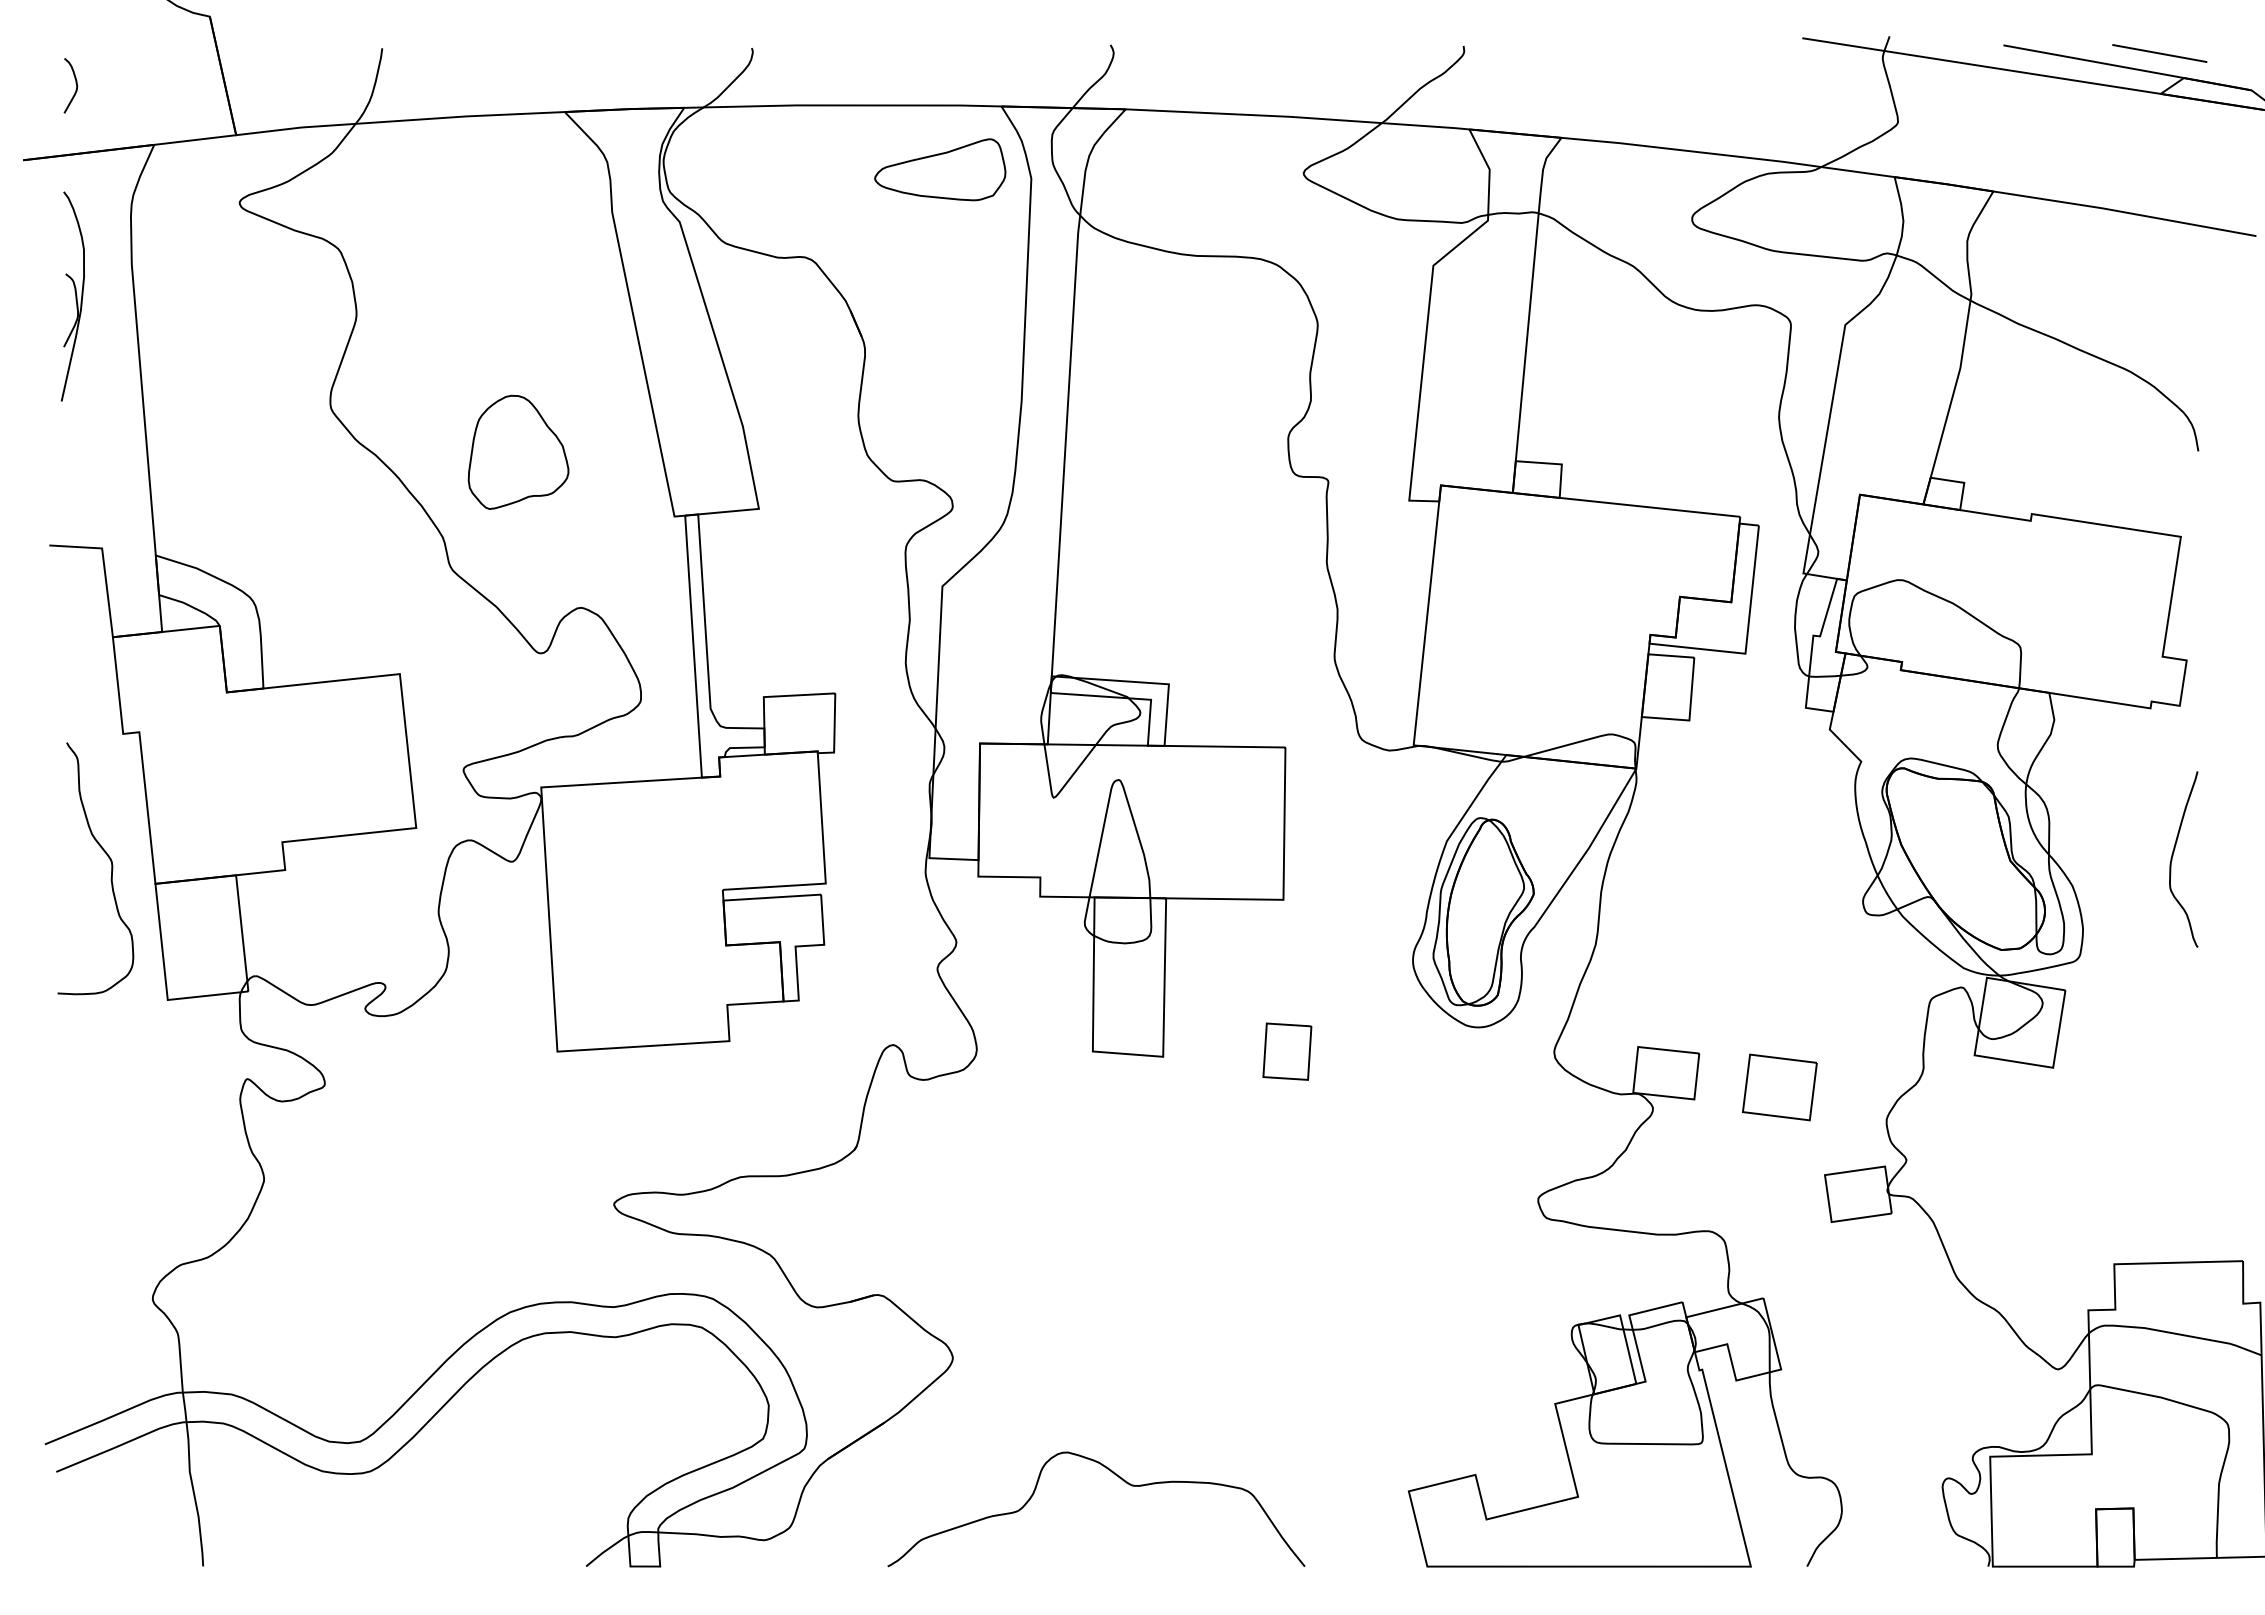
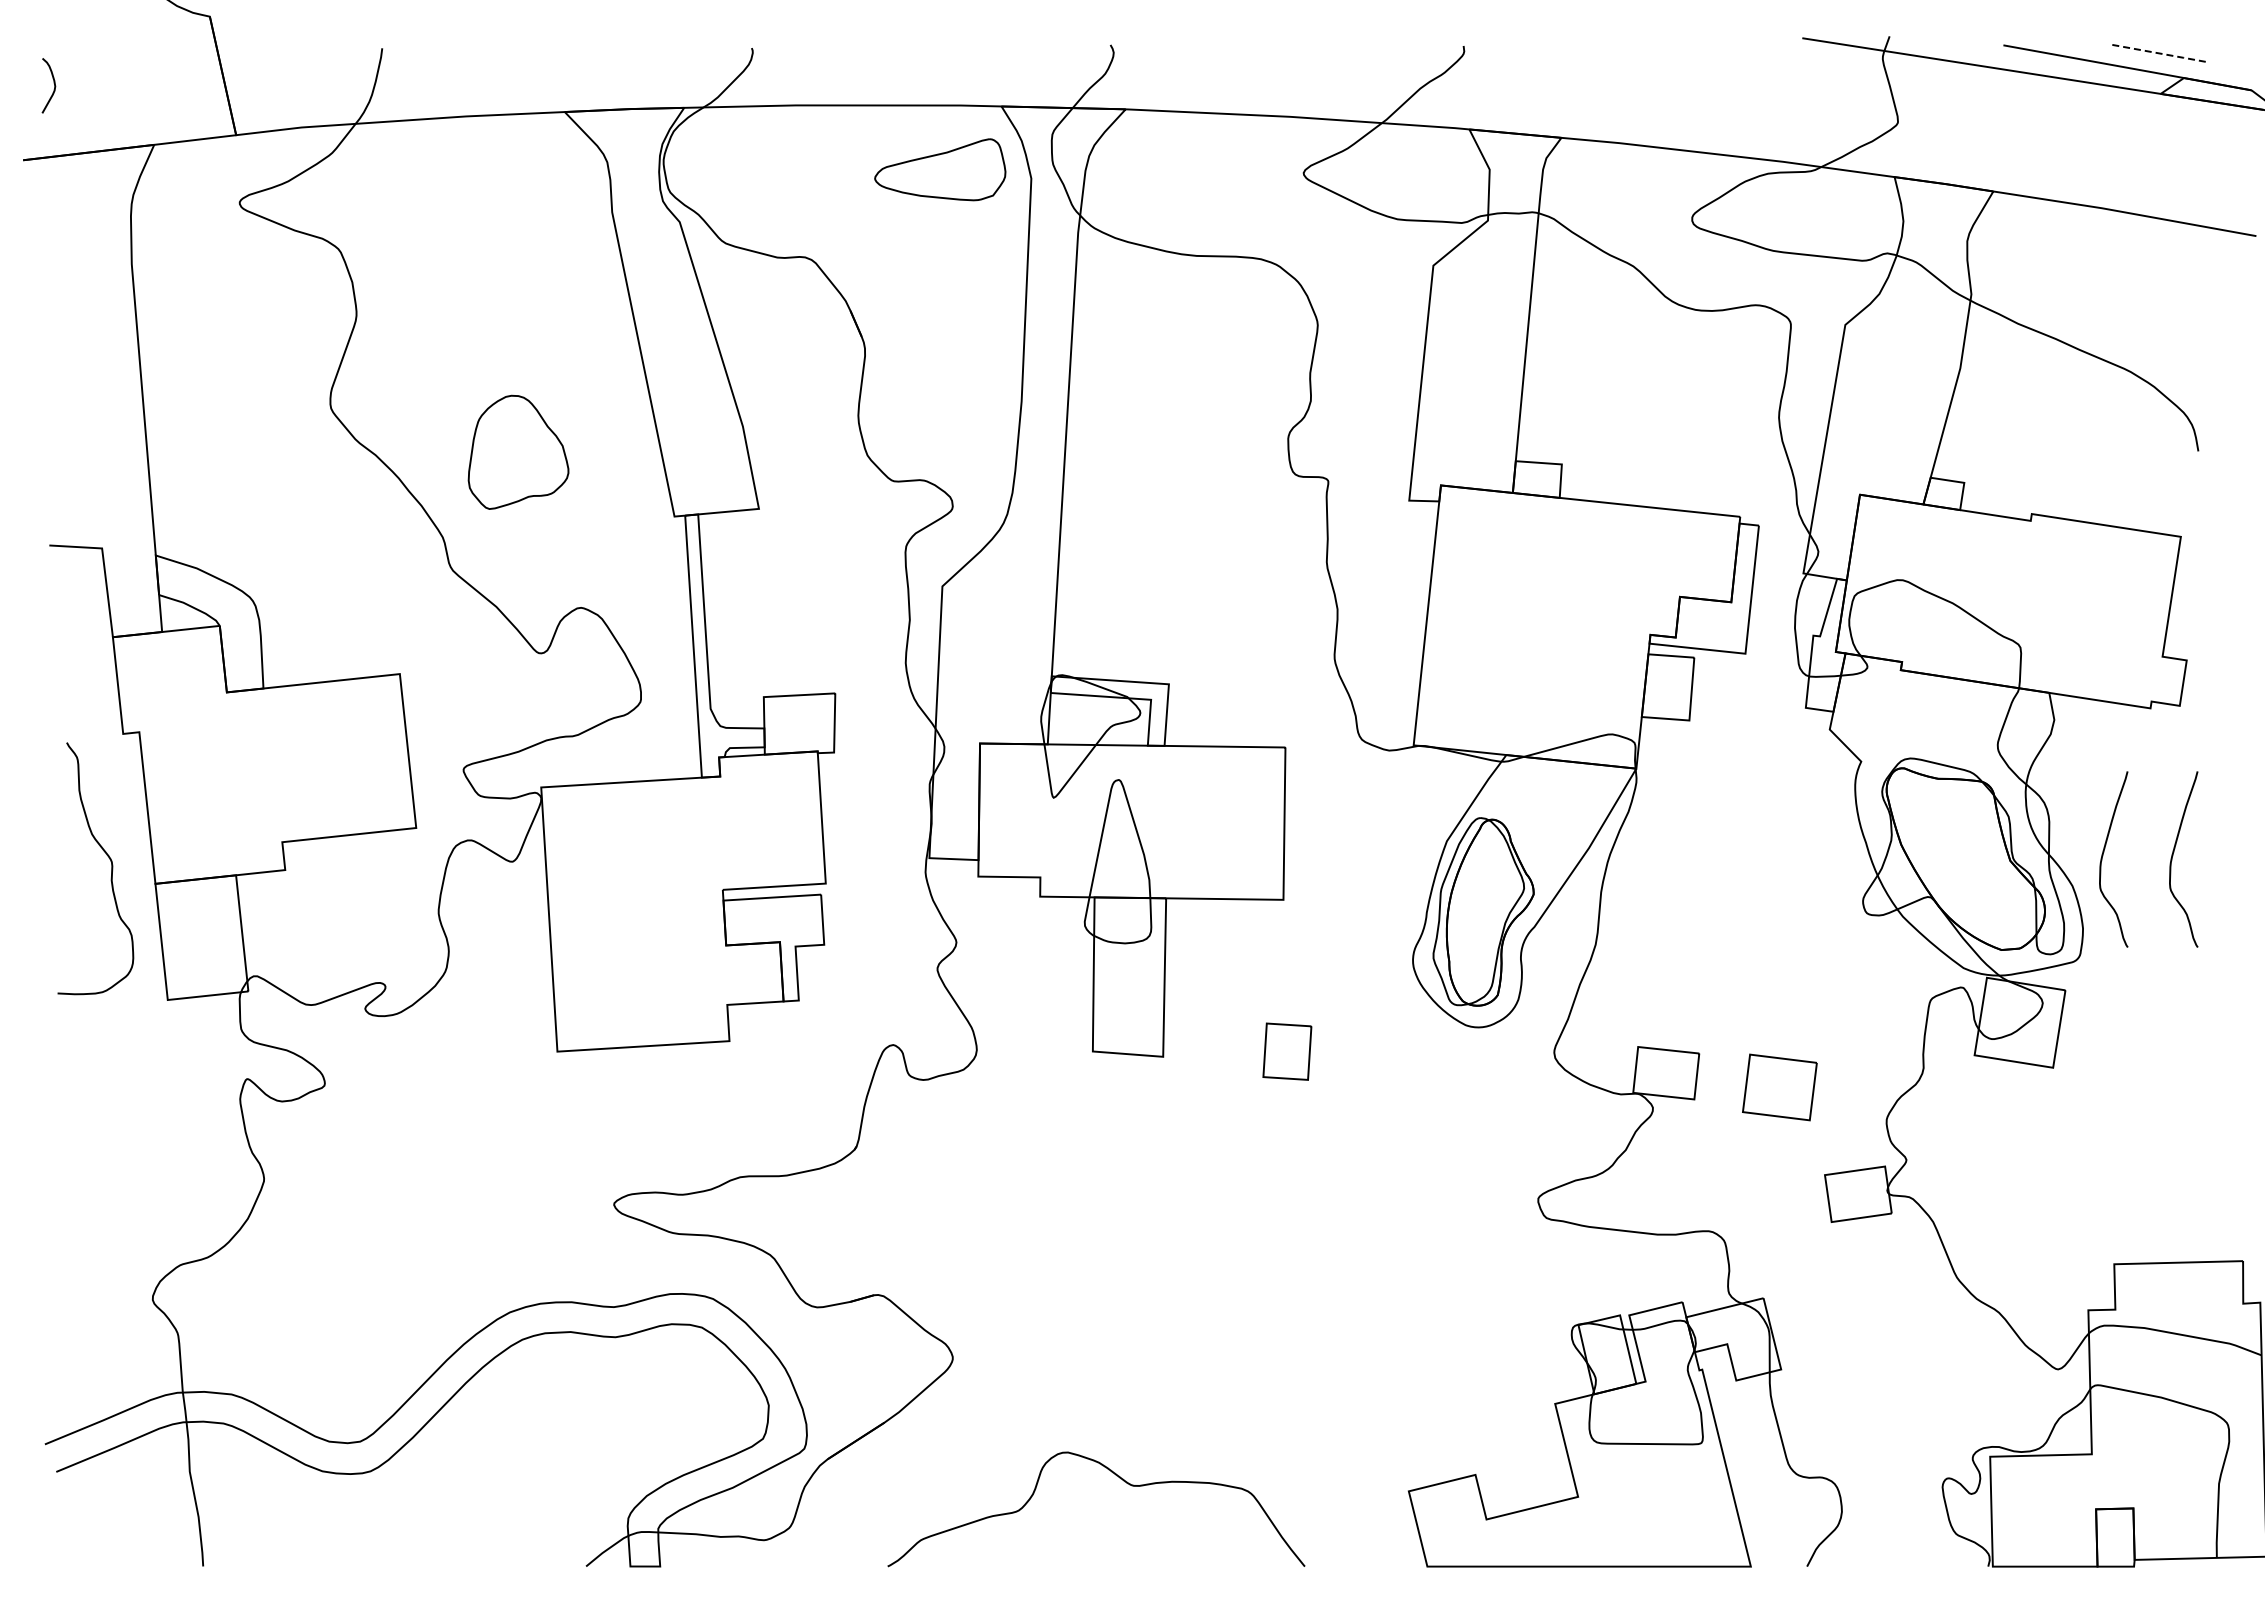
line at (2160, 53): solid -> dashed
curve at (75, 83) position: (75, 83) -> (53, 83)
part at (72, 296): present -> none
curve at (2103, 856): none -> present
